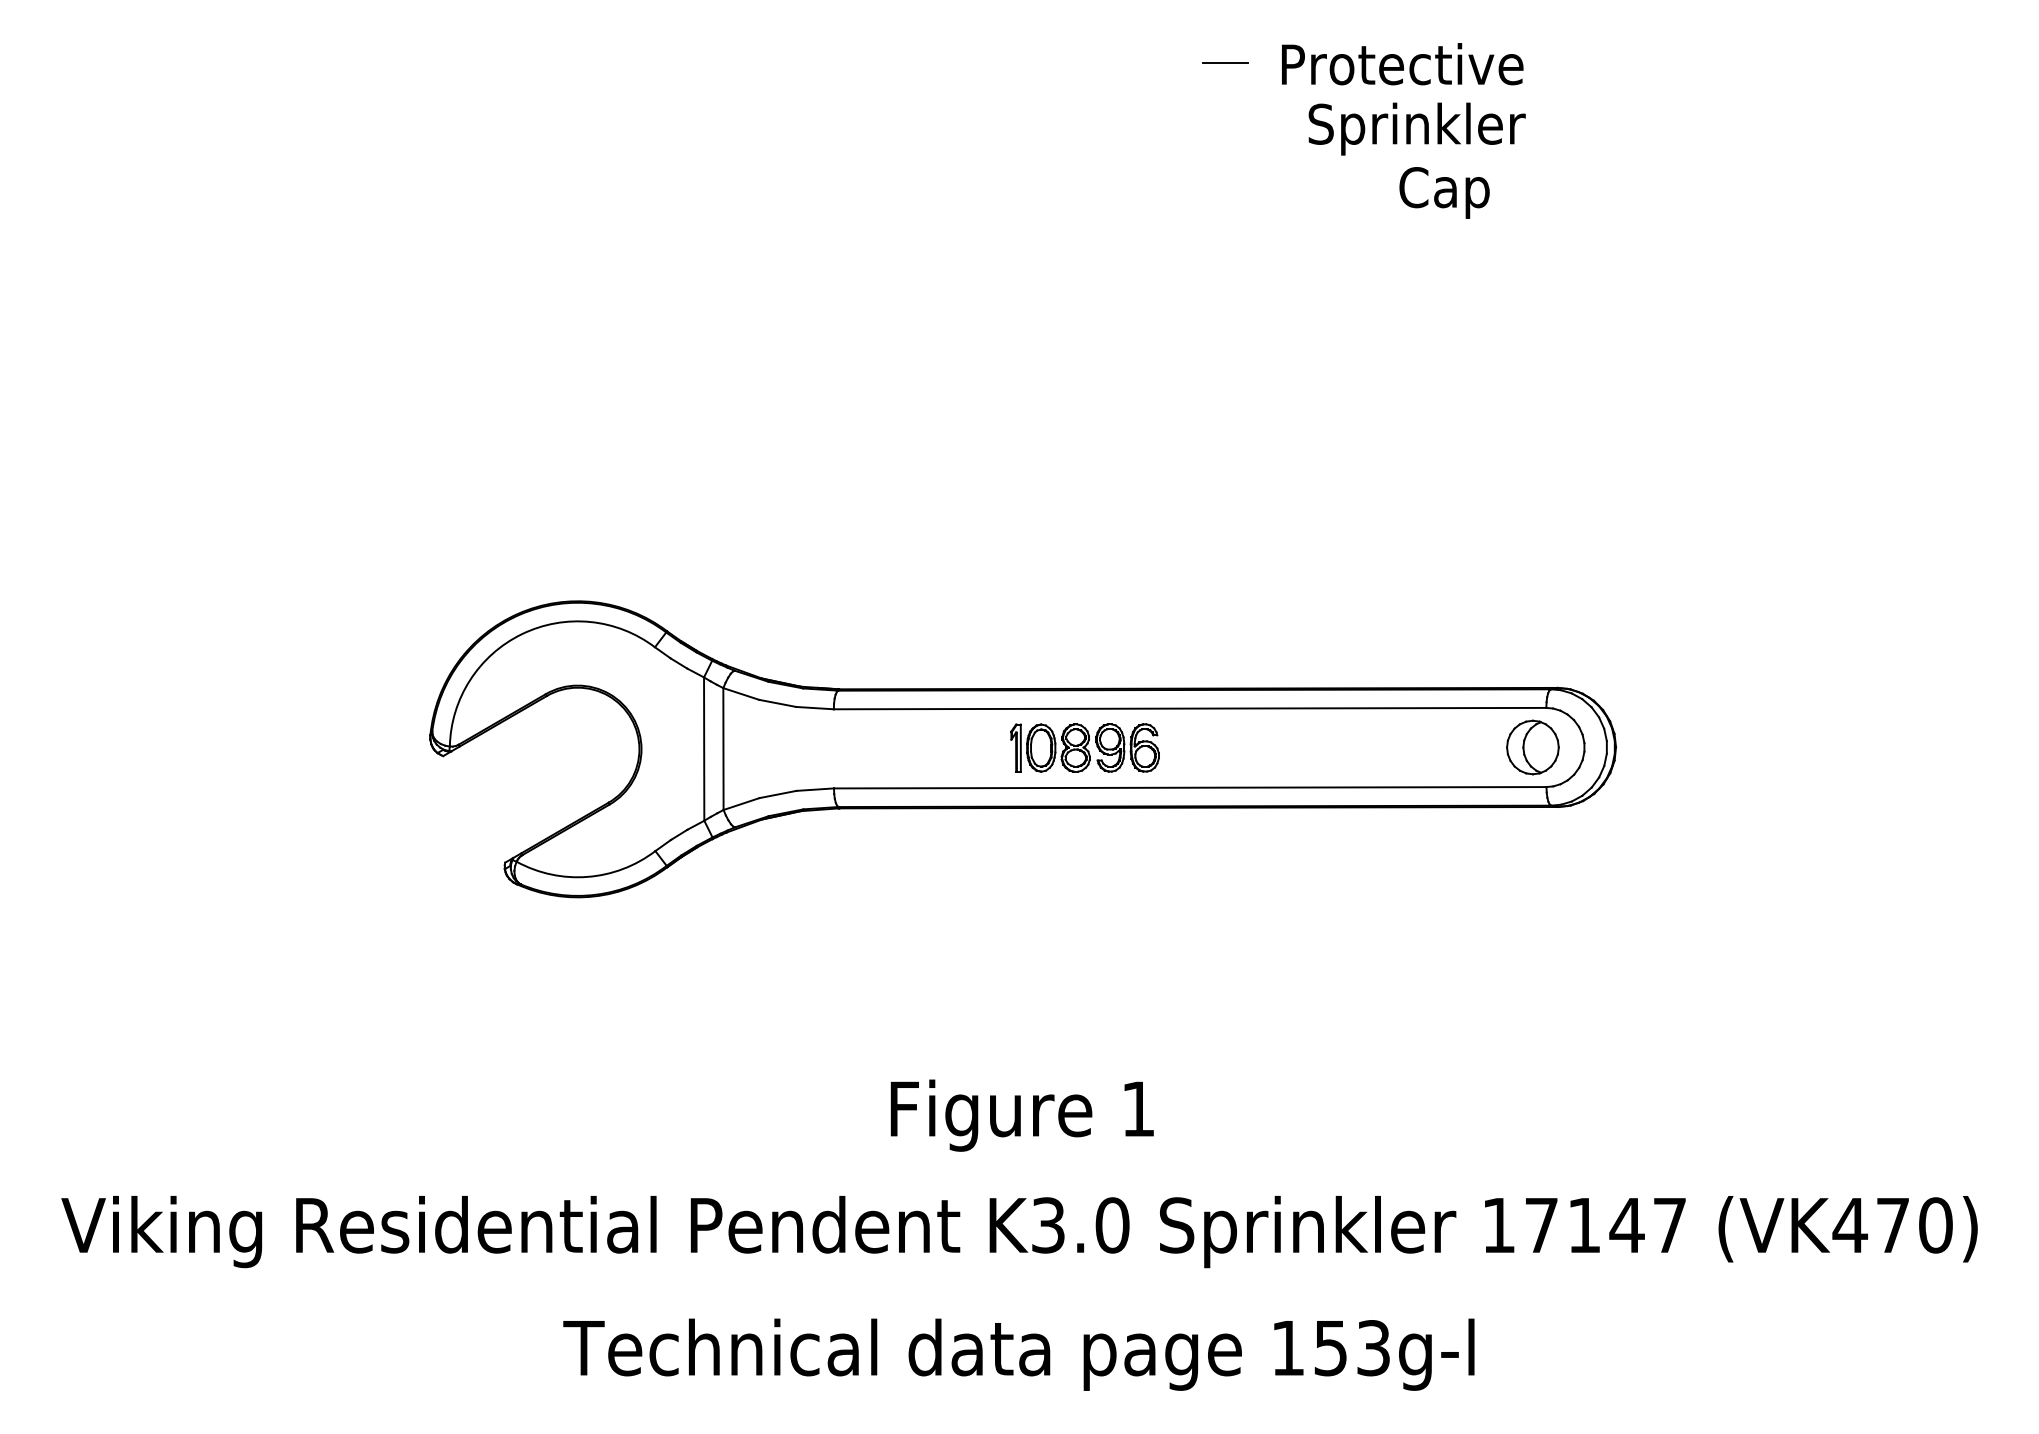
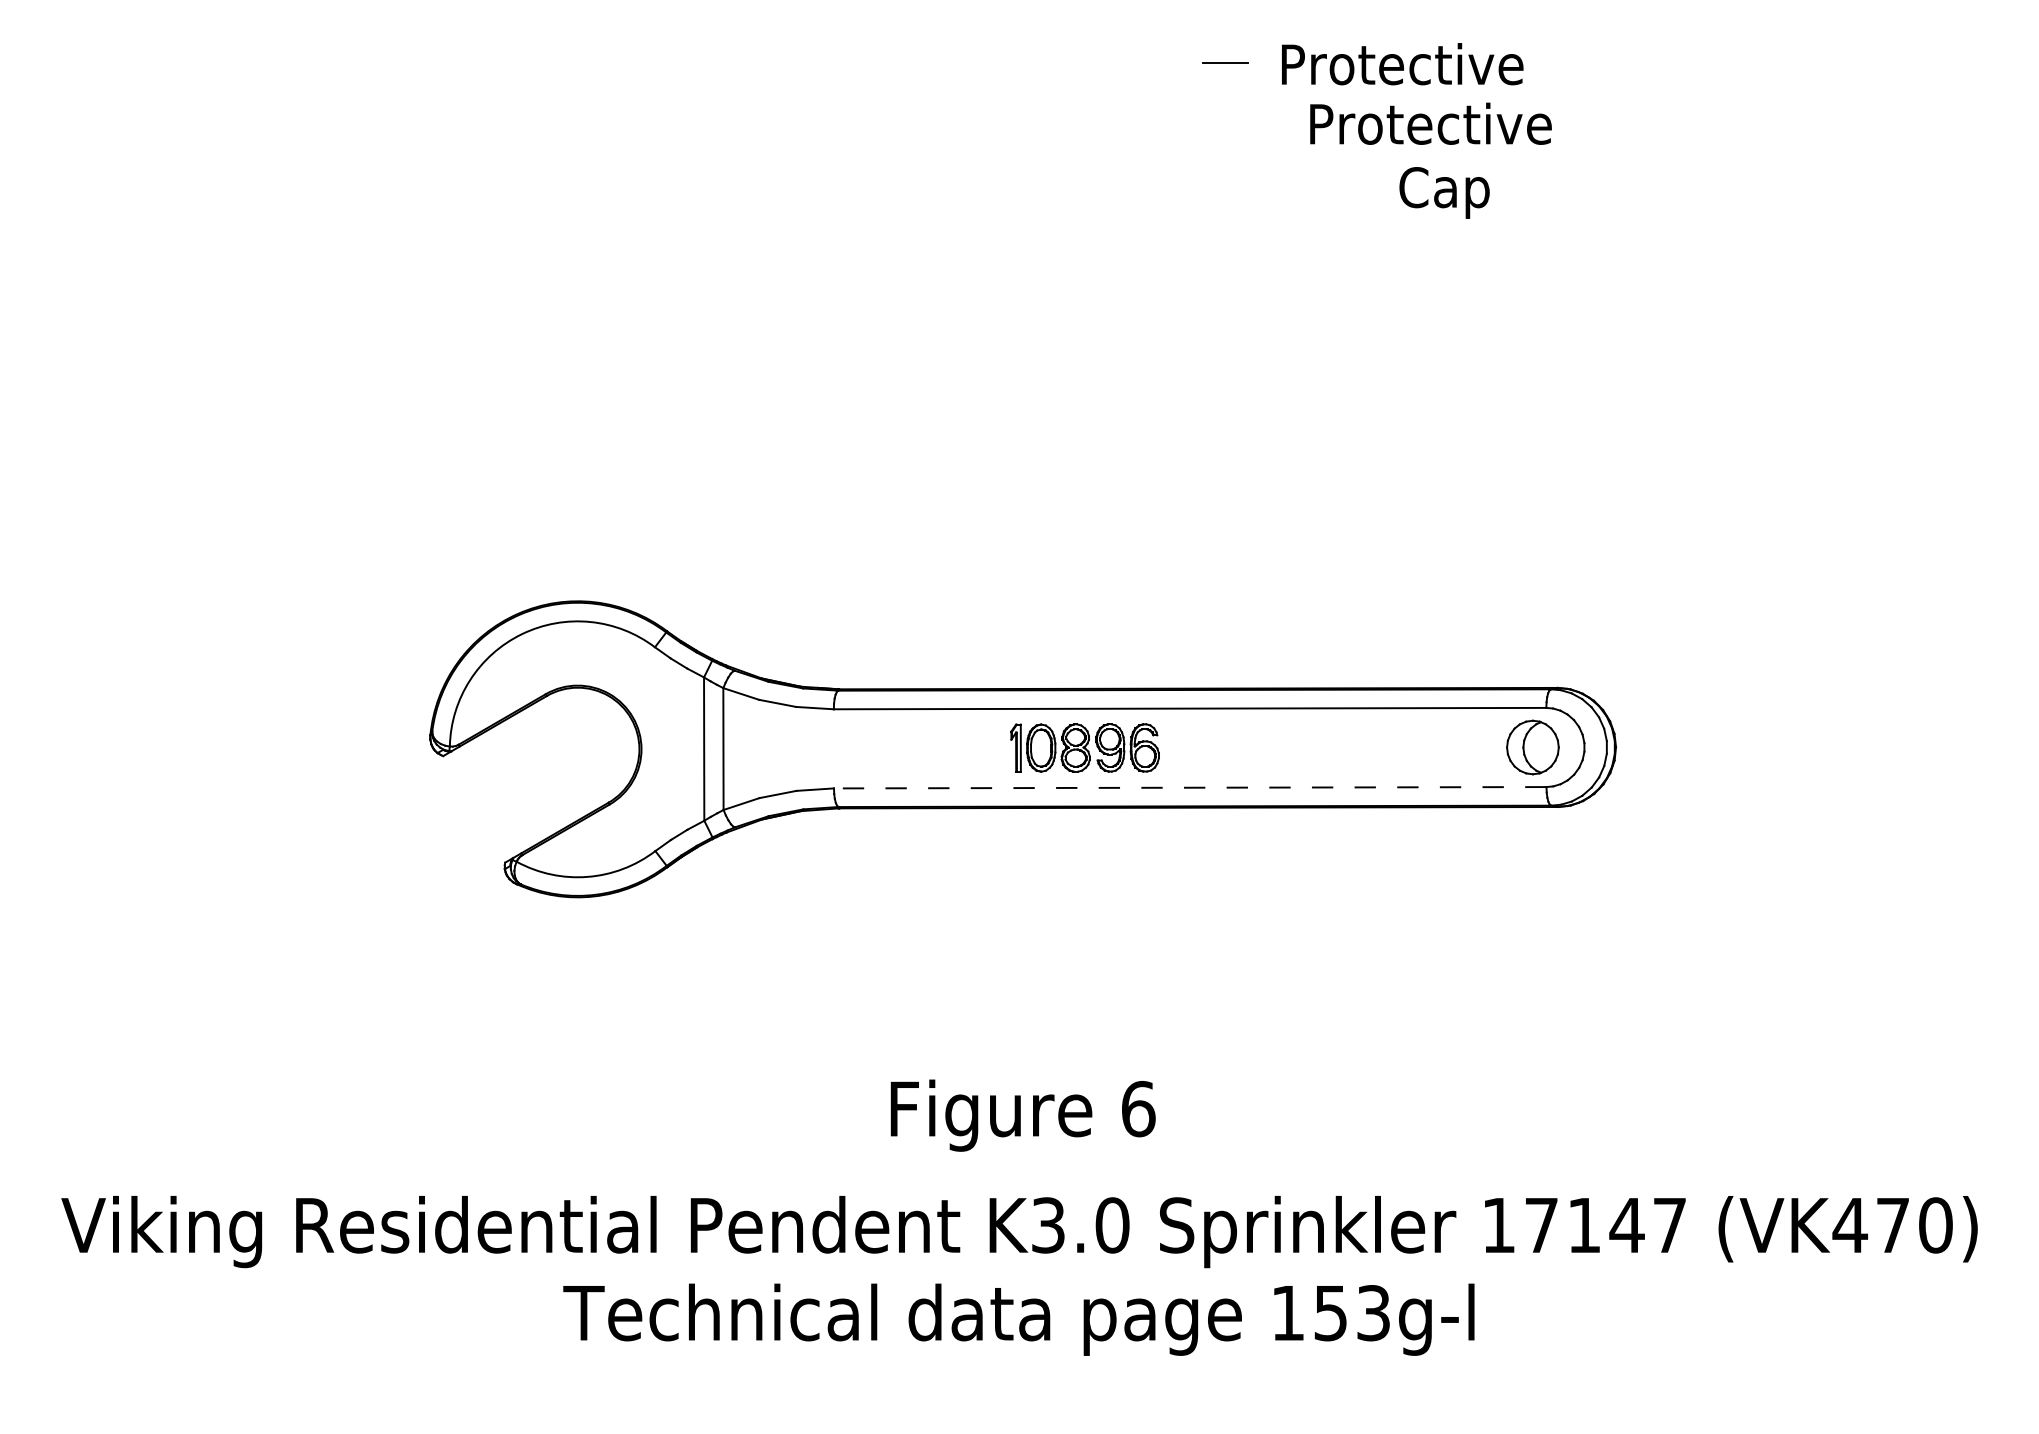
text at (1429, 128): Sprinkler -> Protective
line at (1189, 787): solid -> dashed
text at (1138, 1108): 1 -> 6
text at (1018, 1354) position: (1018, 1354) -> (1018, 1319)
